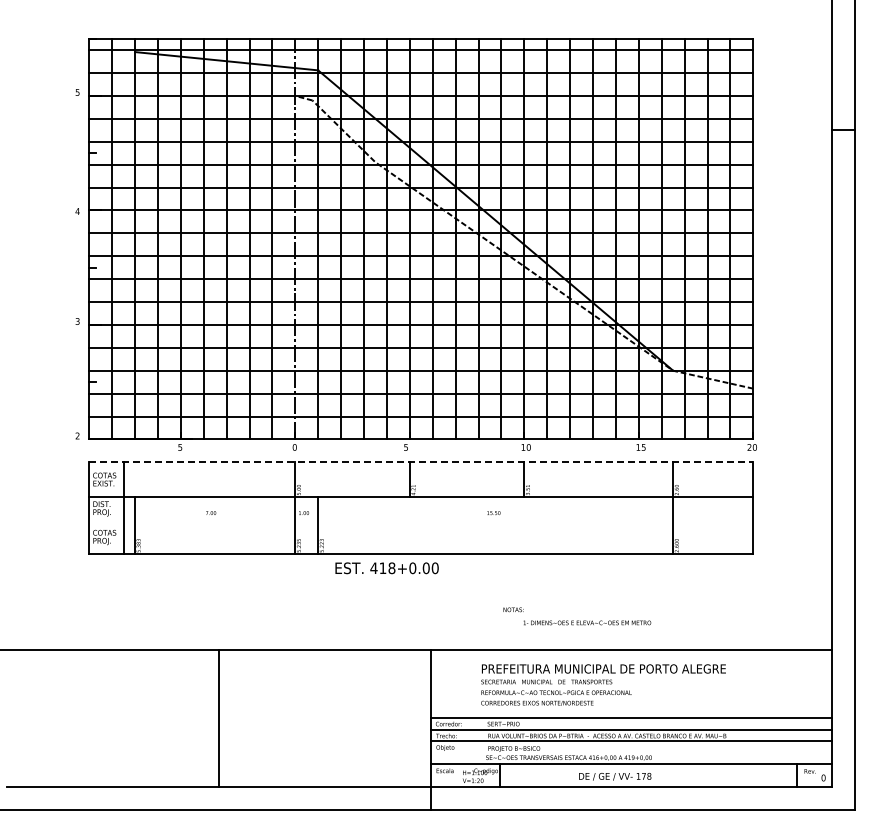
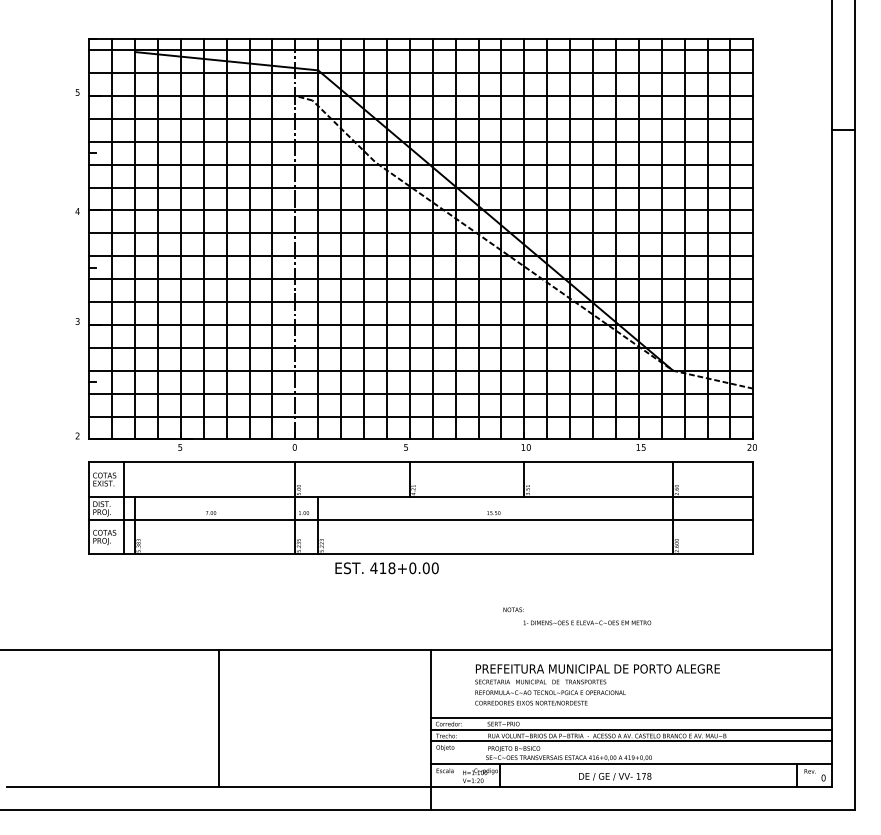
line at (421, 462): dashed -> solid
line at (421, 519): none -> present
text at (603, 684) position: (603, 684) -> (597, 684)
